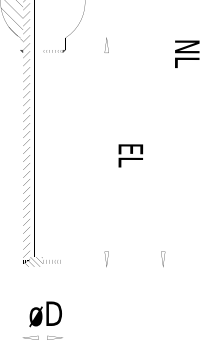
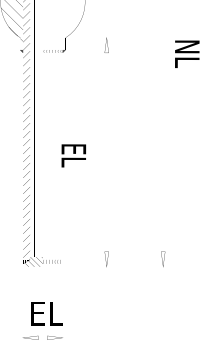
text at (130, 155) position: (130, 155) -> (73, 155)
text at (45, 314): øD -> EL
